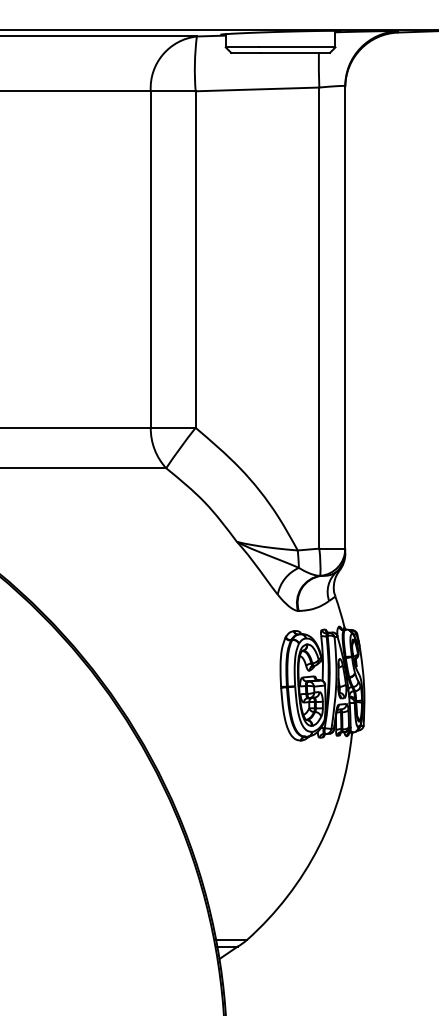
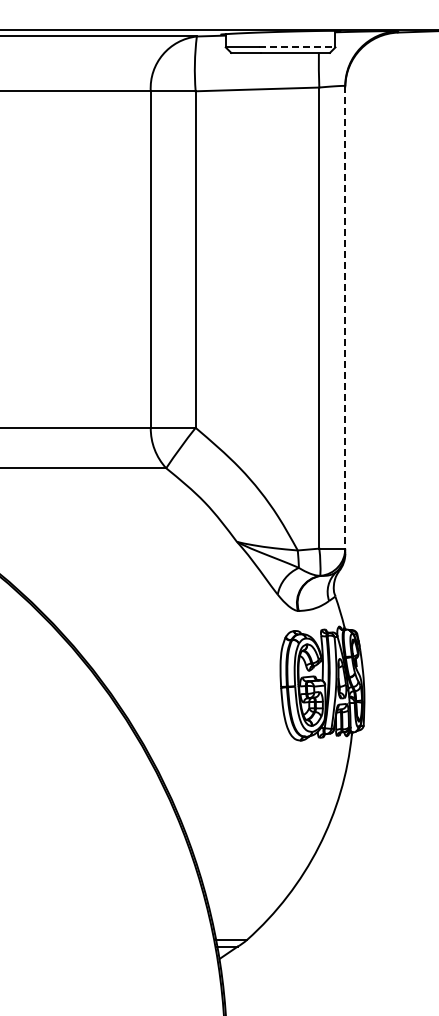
line at (297, 47): solid -> dashed
line at (345, 317): solid -> dashed
